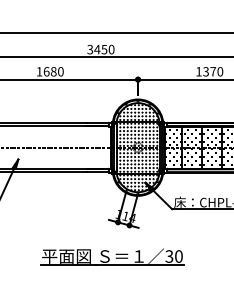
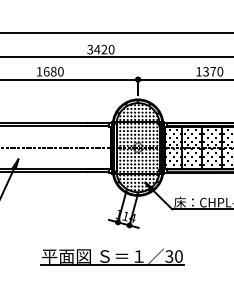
text at (104, 49): 3450 -> 3420
